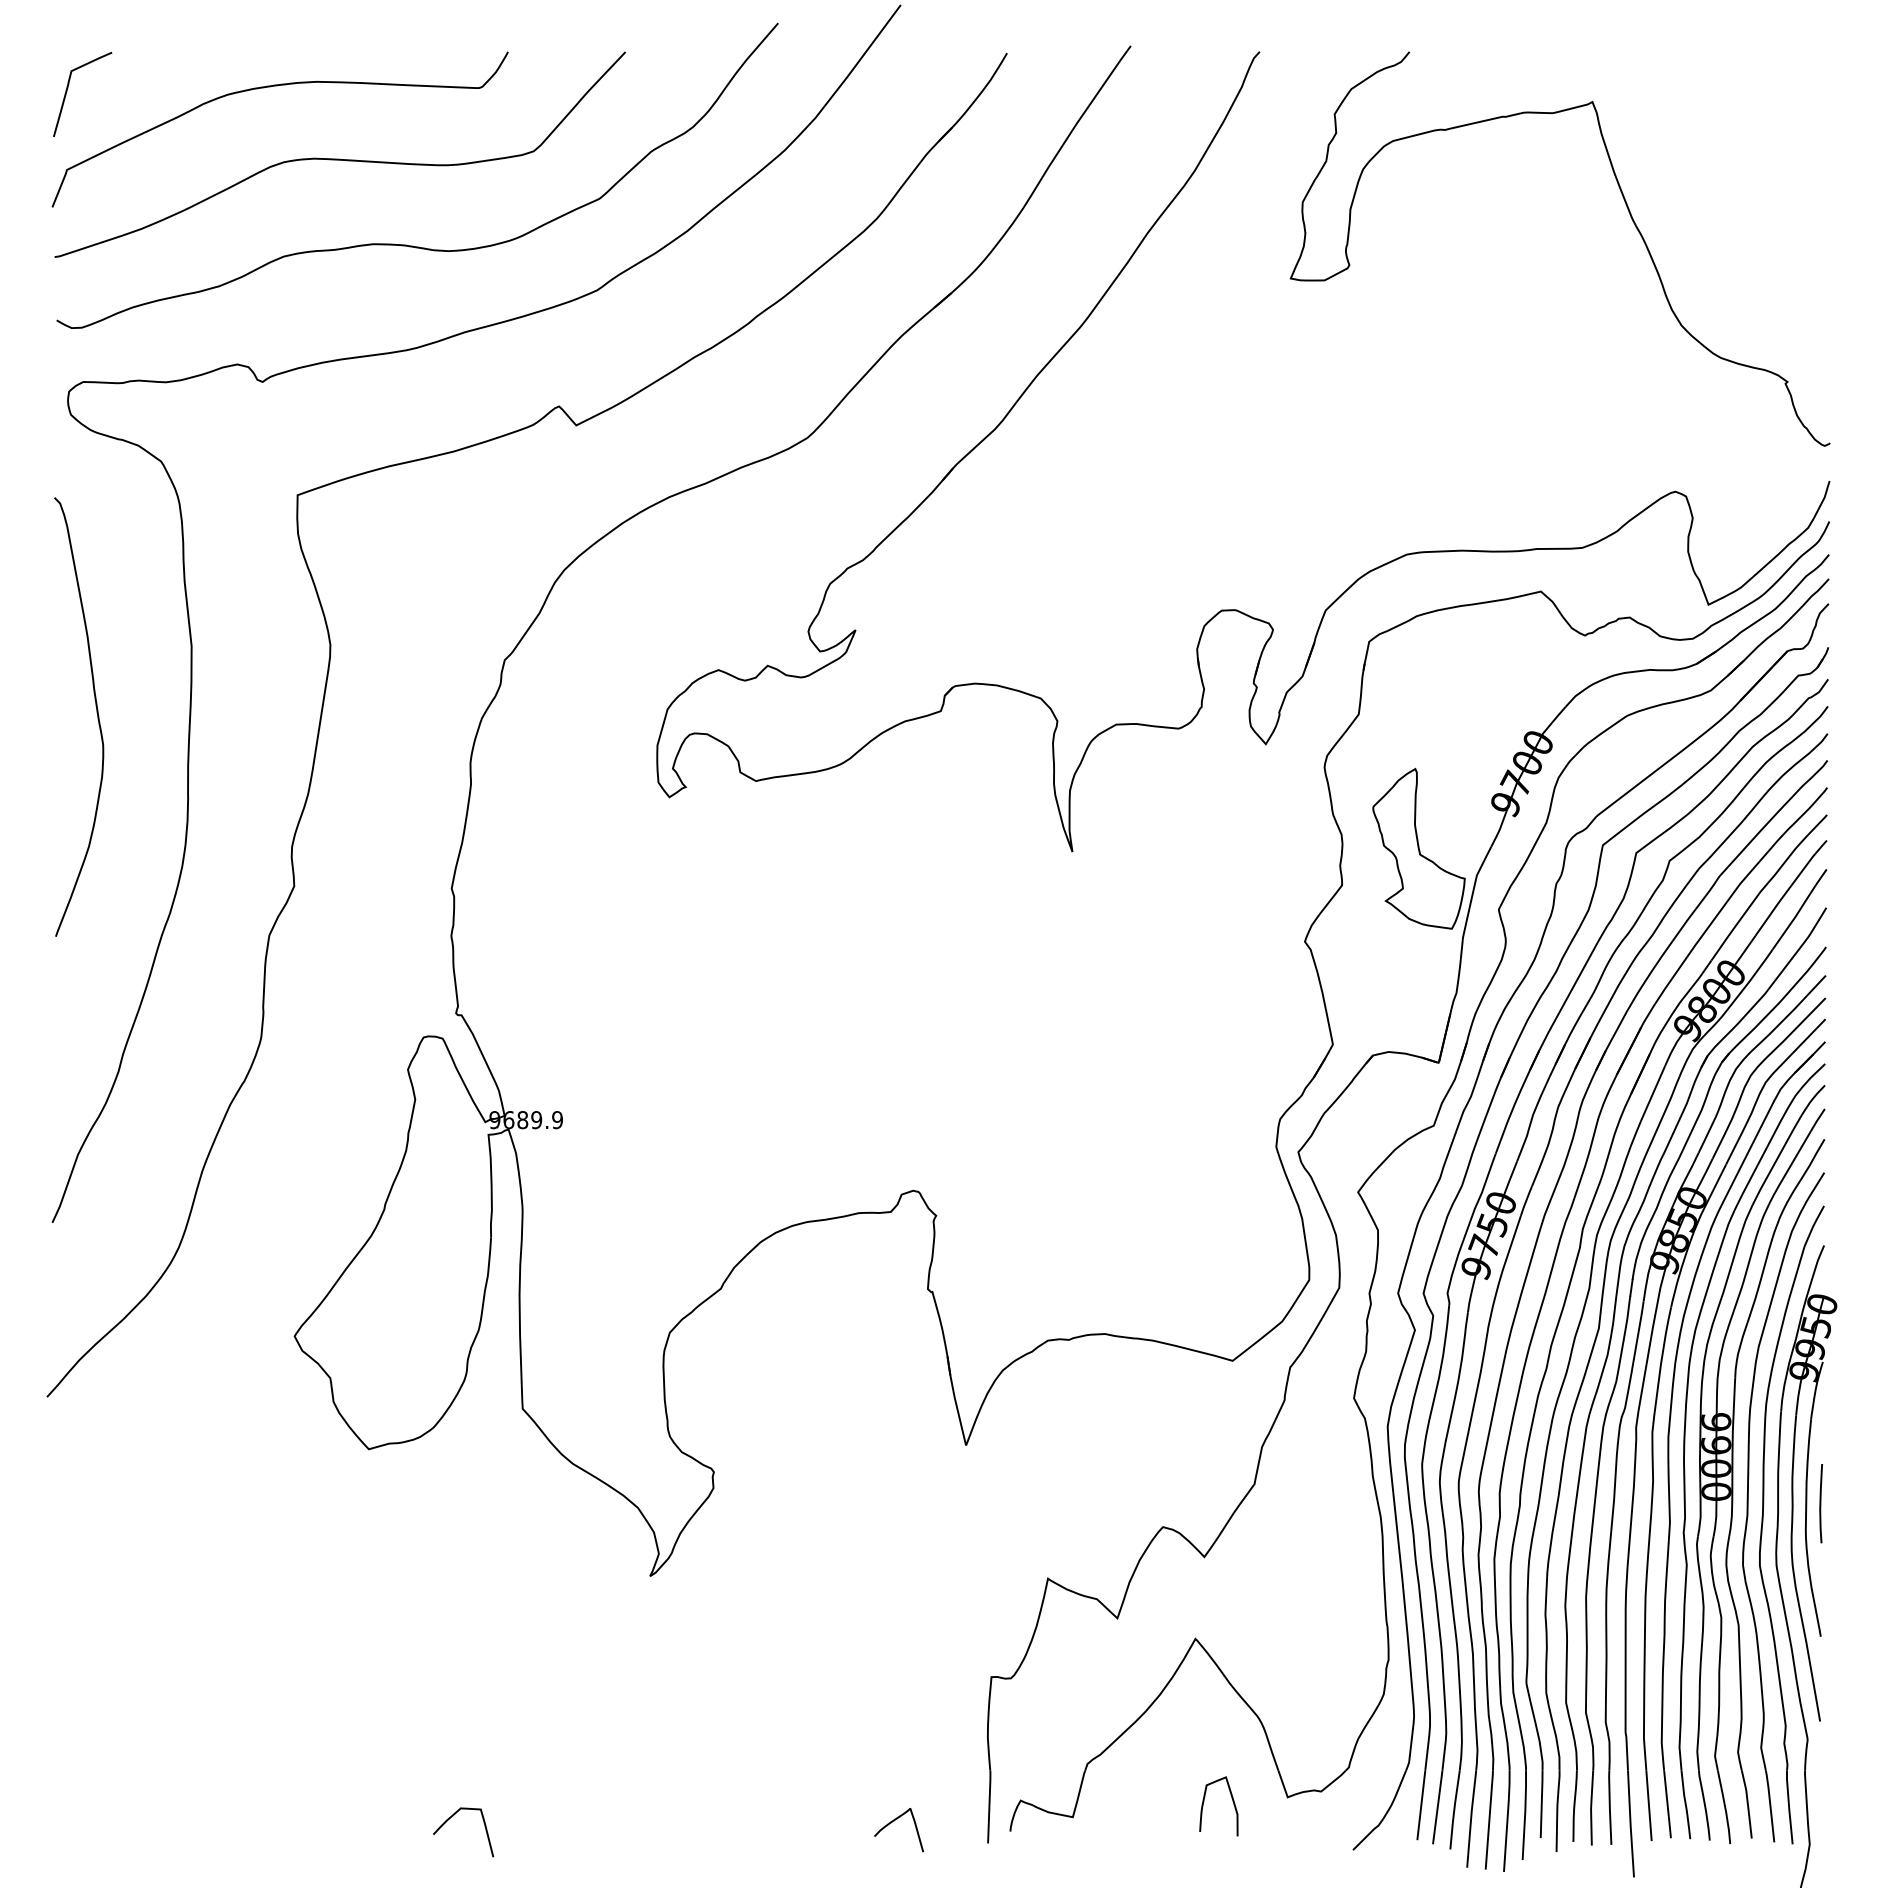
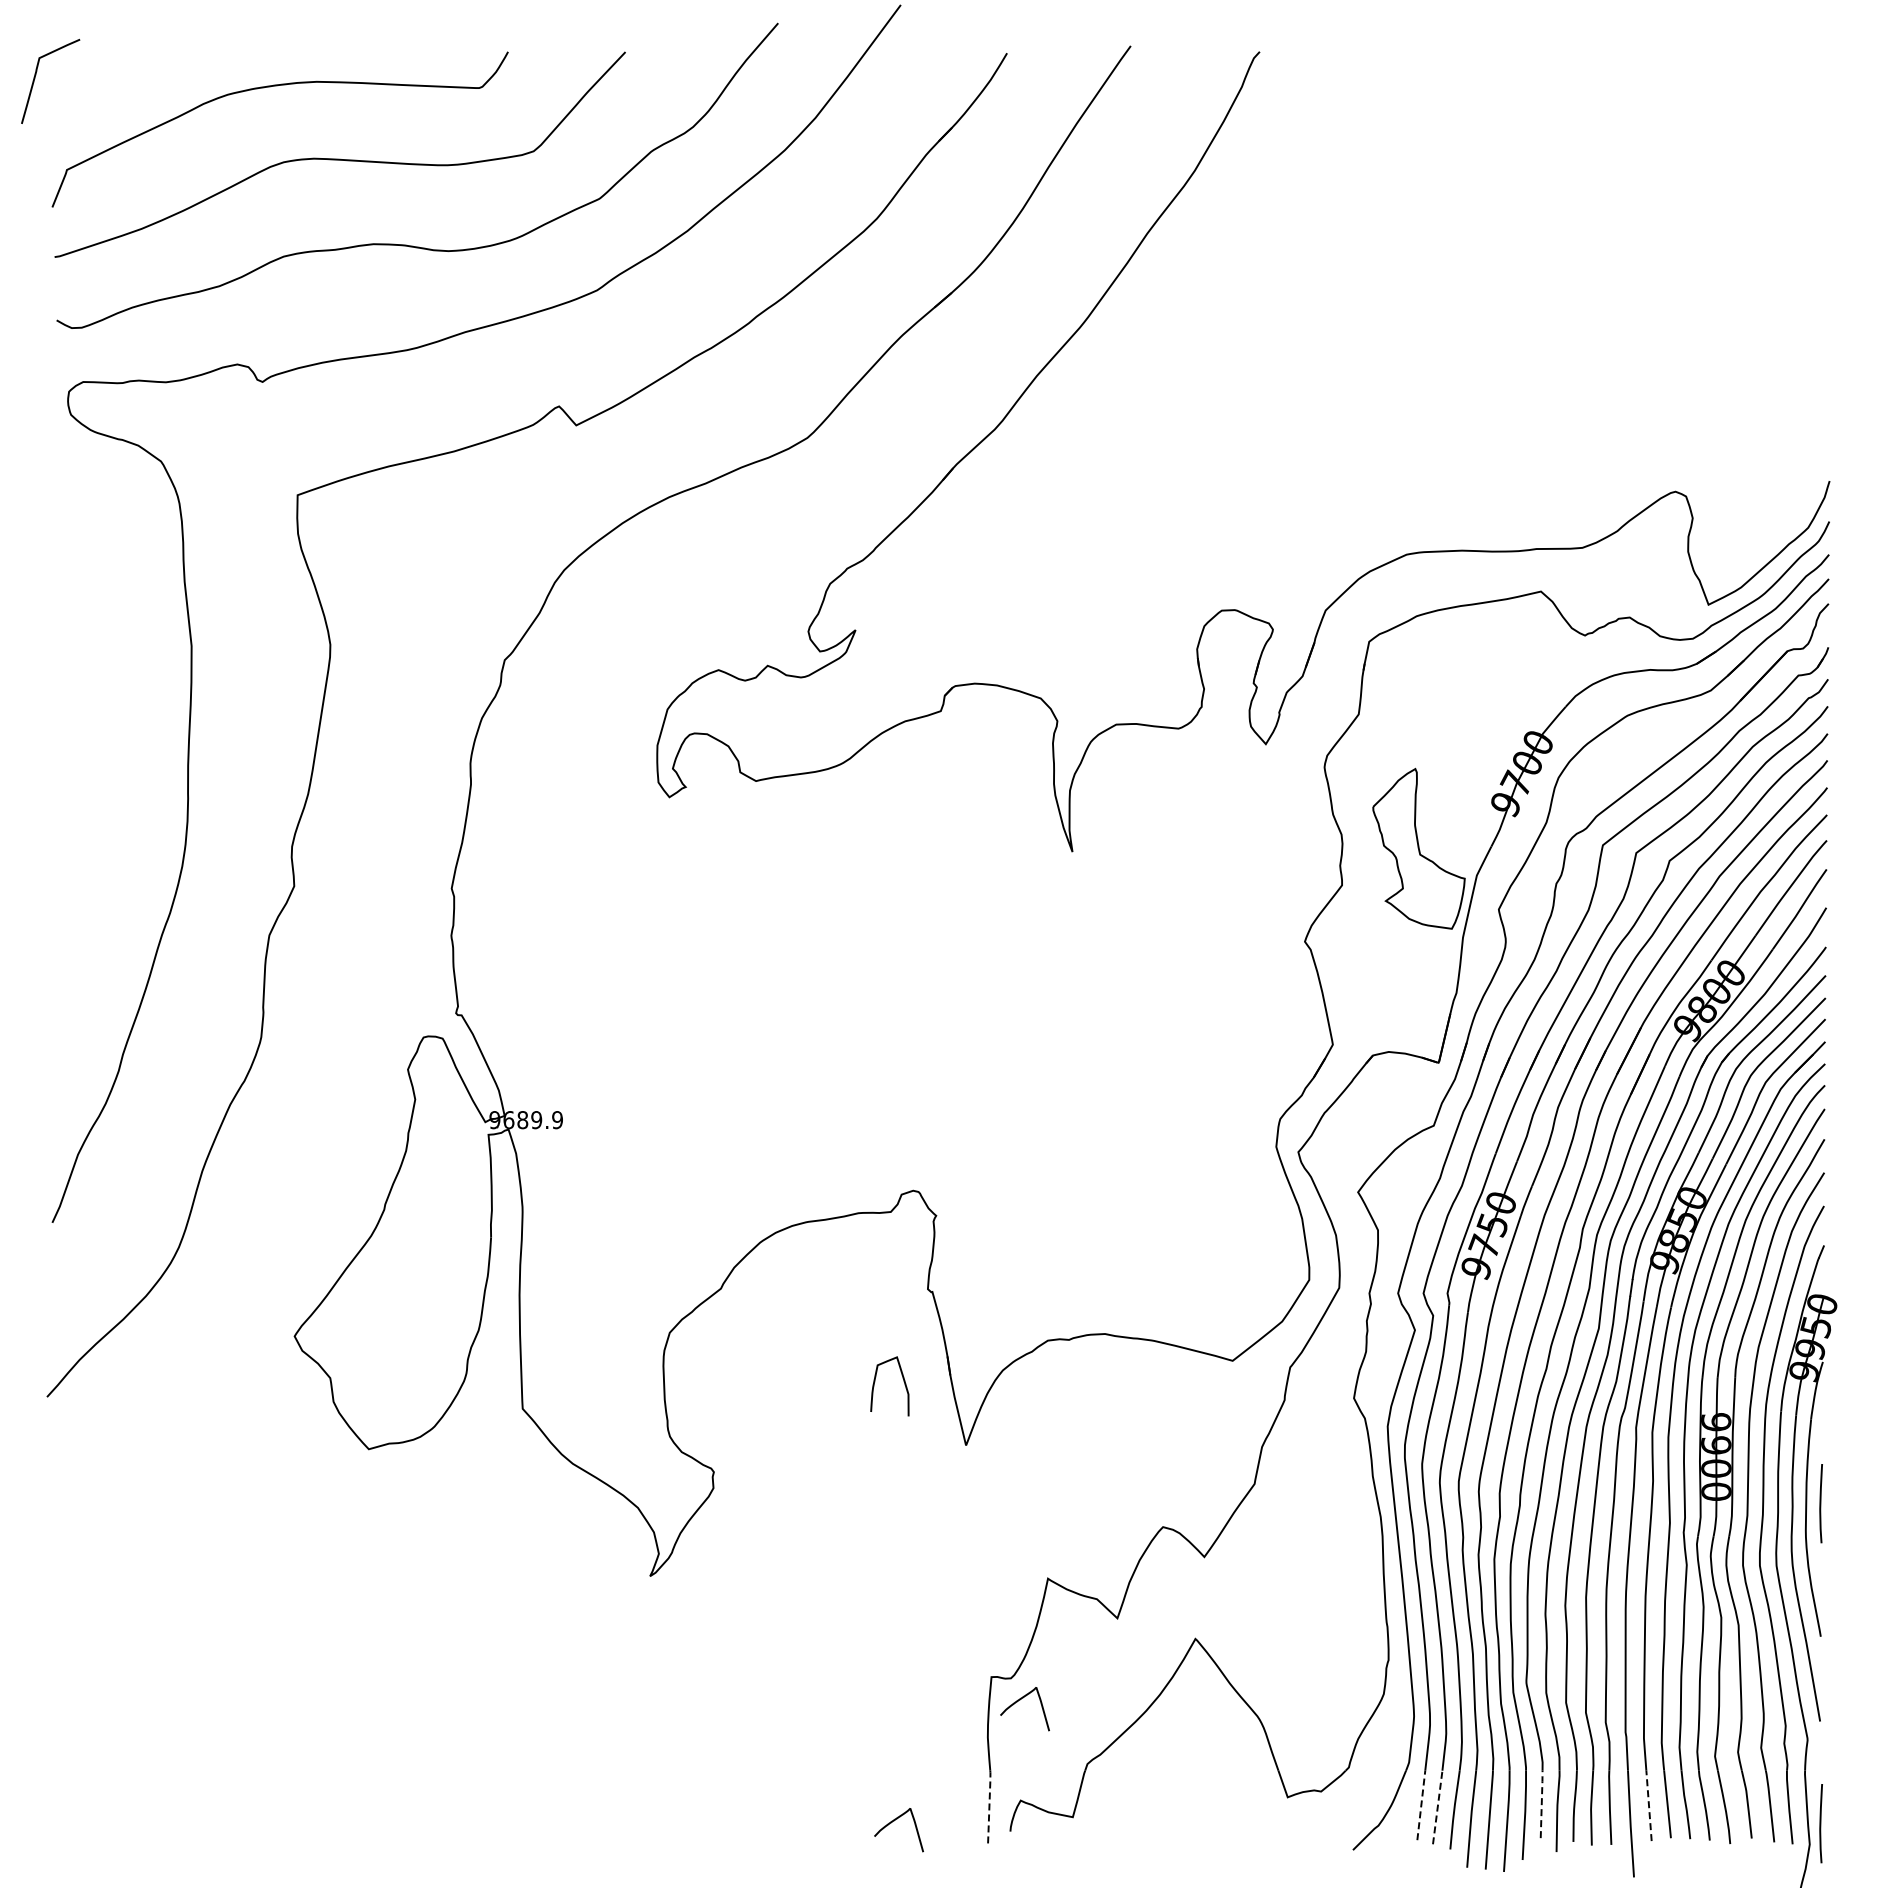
curve at (68, 88) position: (68, 88) -> (36, 75)
curve at (1630, 217): present -> none
curve at (96, 713): present -> none
curve at (1020, 1700): none -> present
curve at (1204, 1802) position: (1204, 1802) -> (875, 1382)
line at (1541, 1803): solid -> dashed
line at (989, 1805): solid -> dashed
line at (1421, 1805): solid -> dashed
line at (1648, 1805): solid -> dashed
line at (1437, 1806): solid -> dashed
curve at (453, 1816): present -> none
line at (1820, 1823): none -> present
